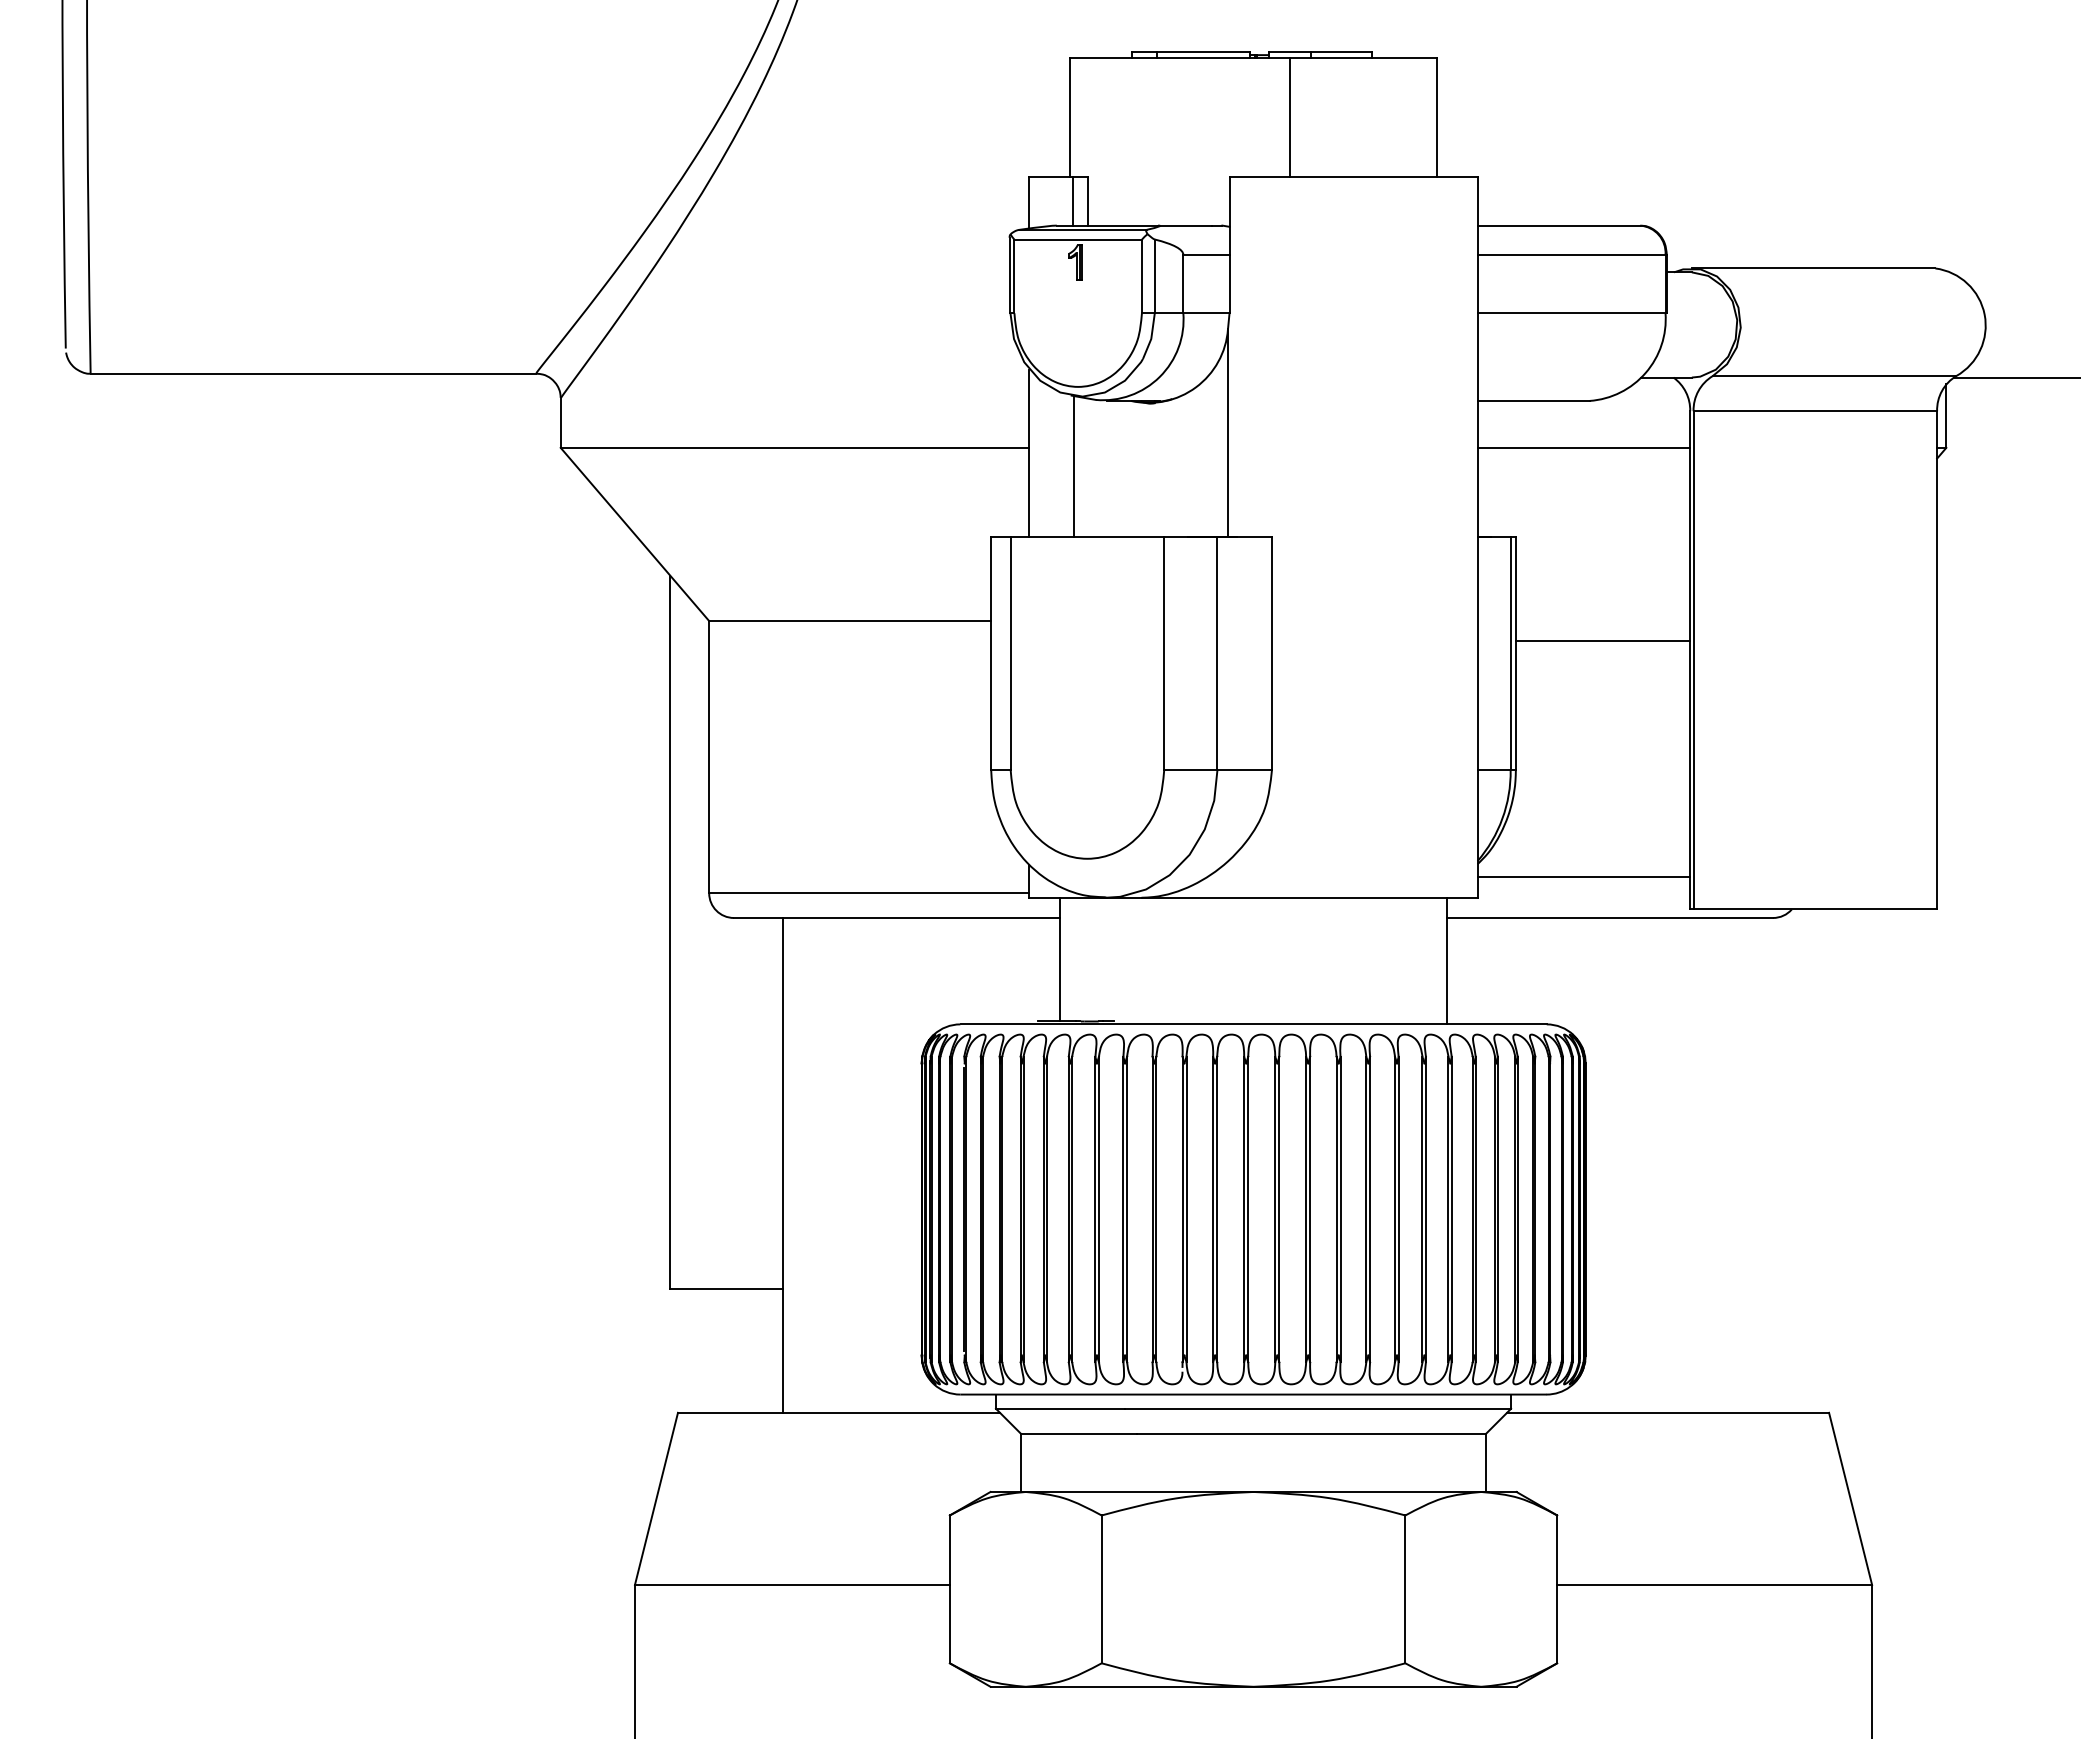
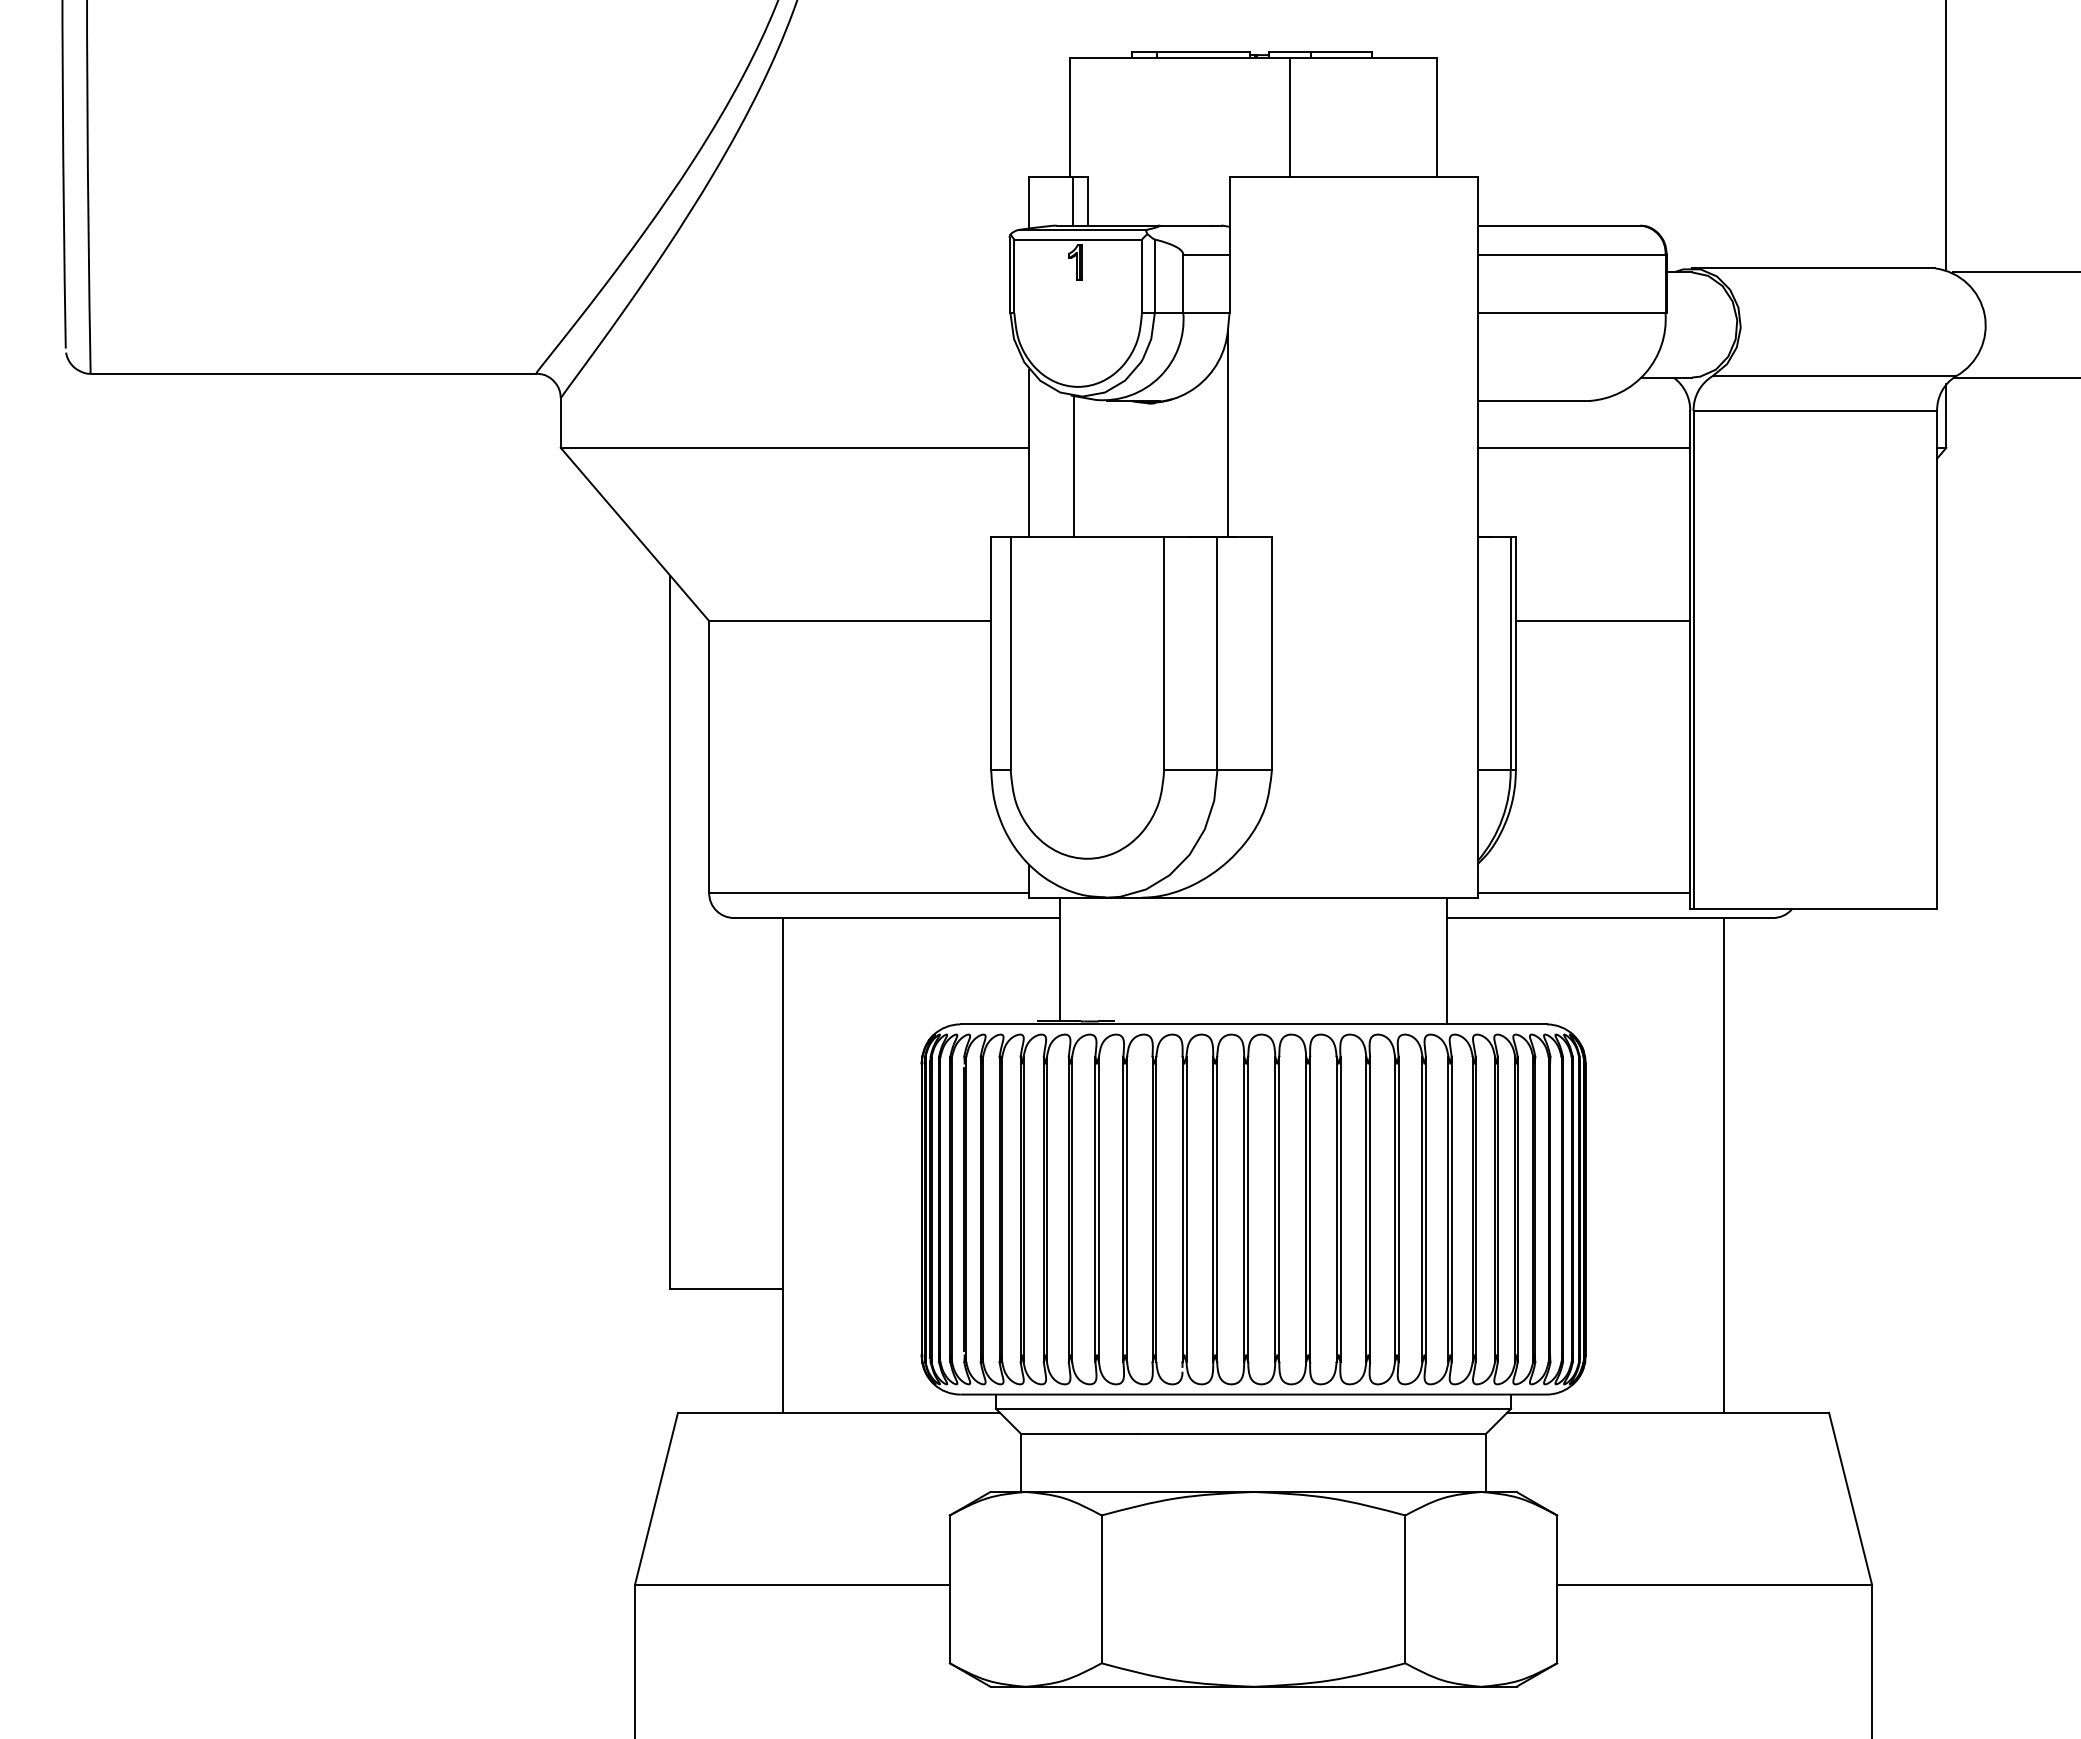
line at (1946, 135): none -> present
line at (2015, 272): none -> present
line at (1602, 641) position: (1602, 641) -> (1602, 621)
line at (1583, 877) position: (1583, 877) -> (1583, 893)
line at (1723, 1164): none -> present
